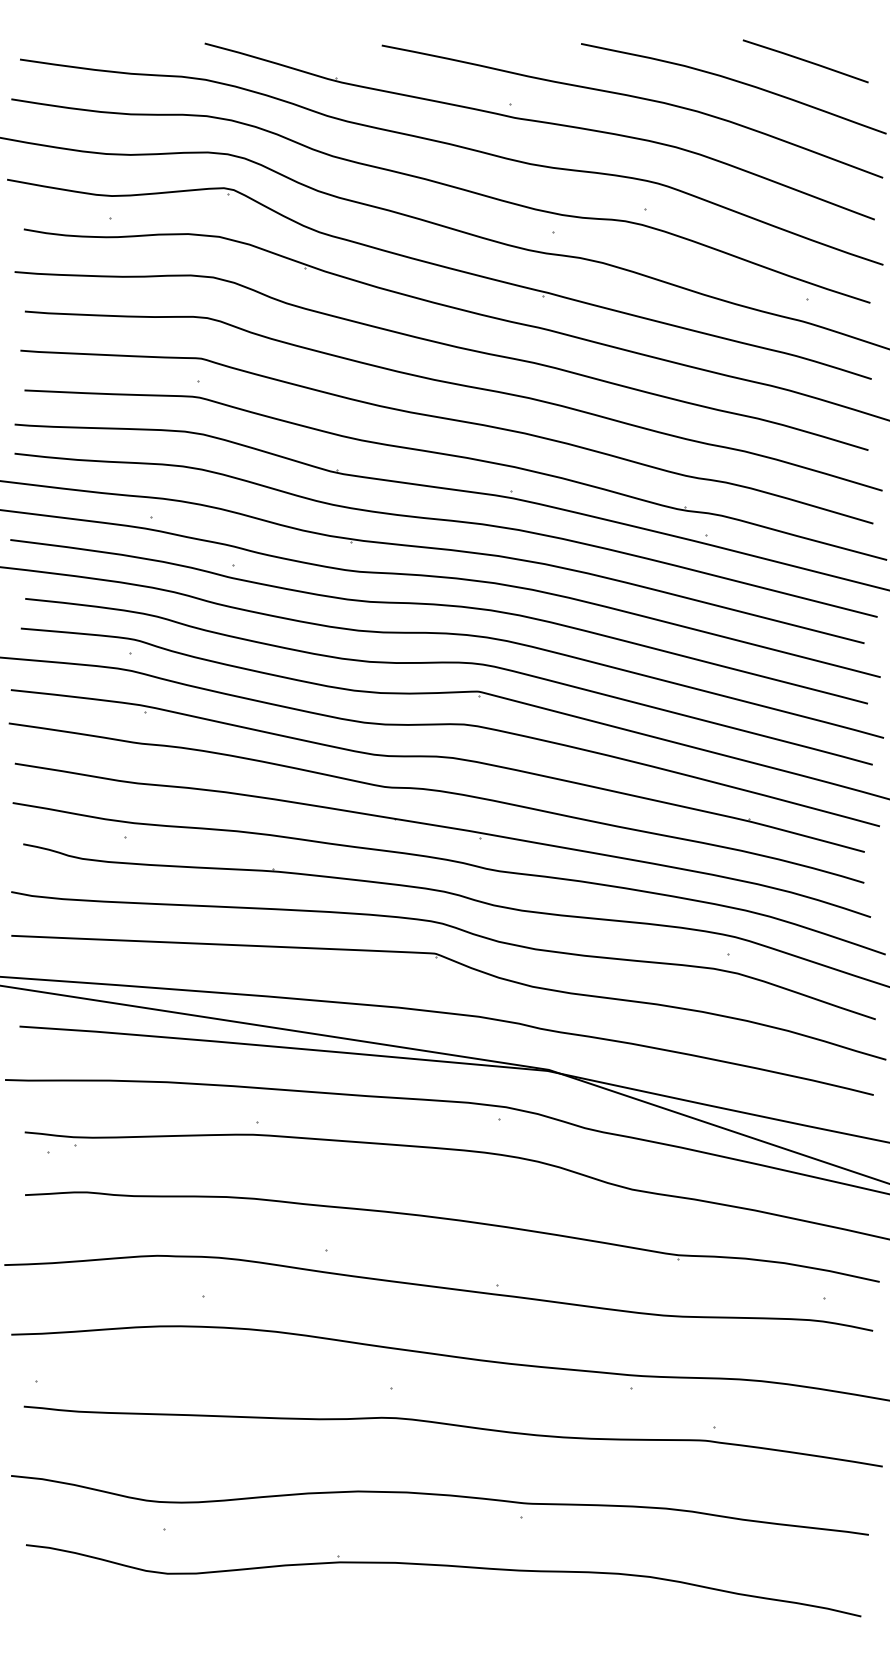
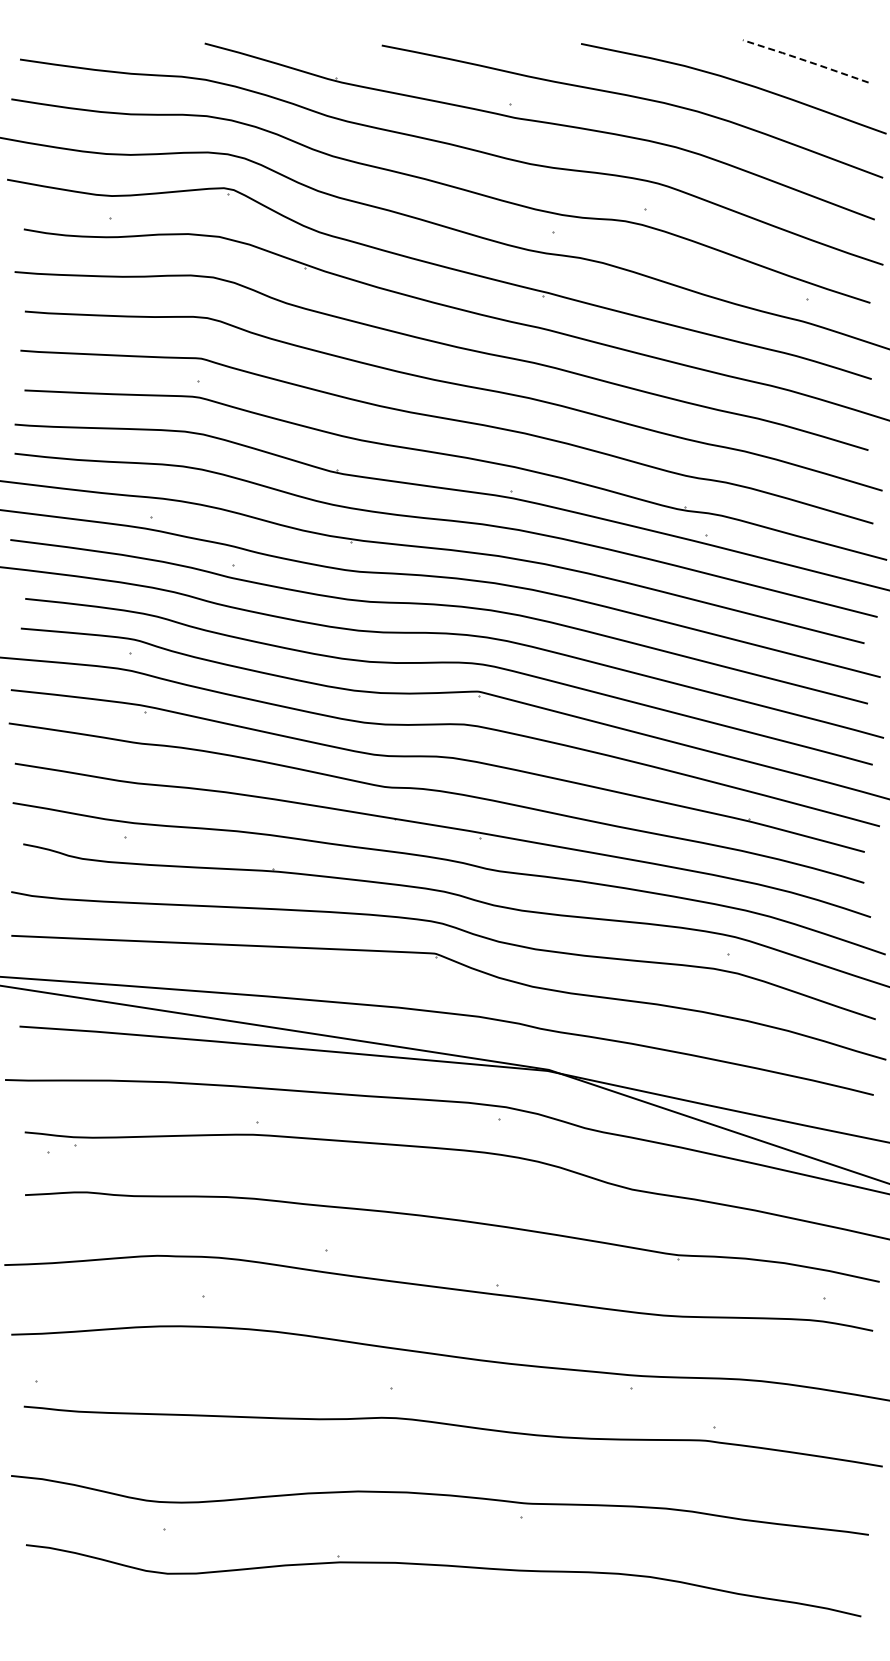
line at (805, 60): solid -> dashed
